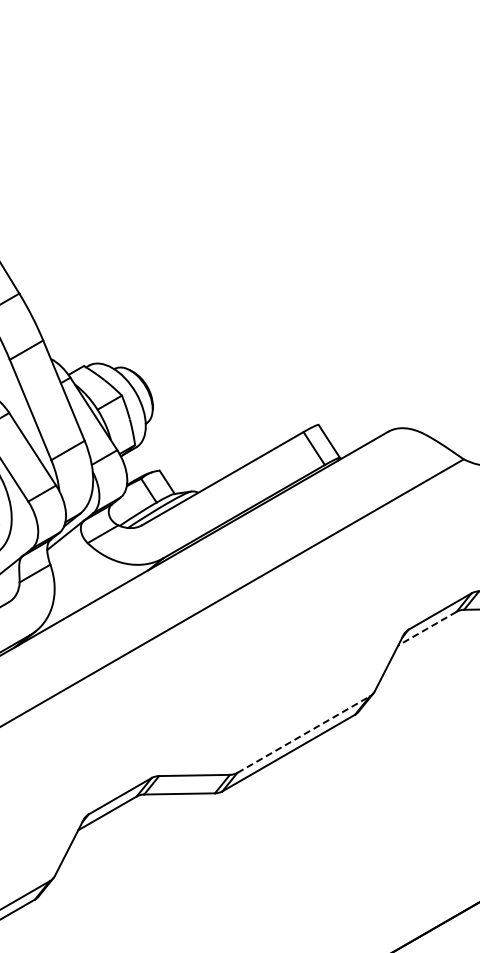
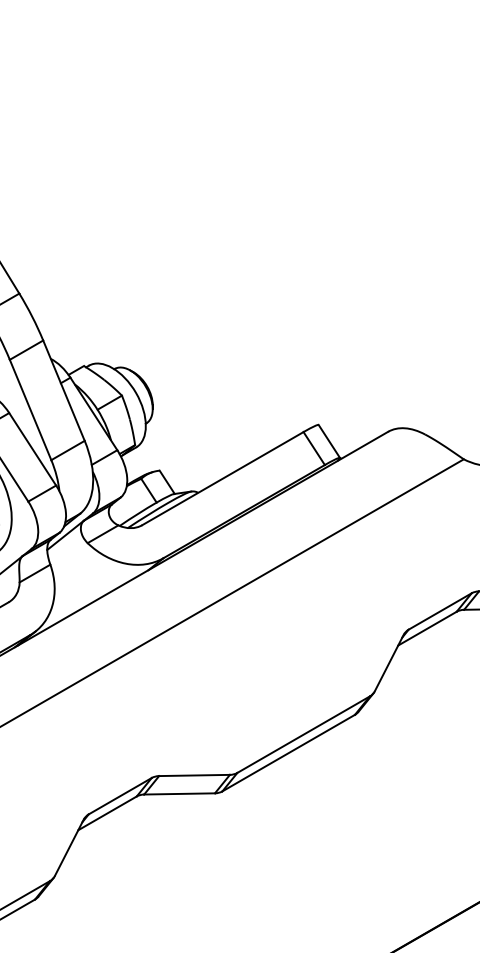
line at (427, 628): dashed -> solid
line at (303, 734): dashed -> solid
